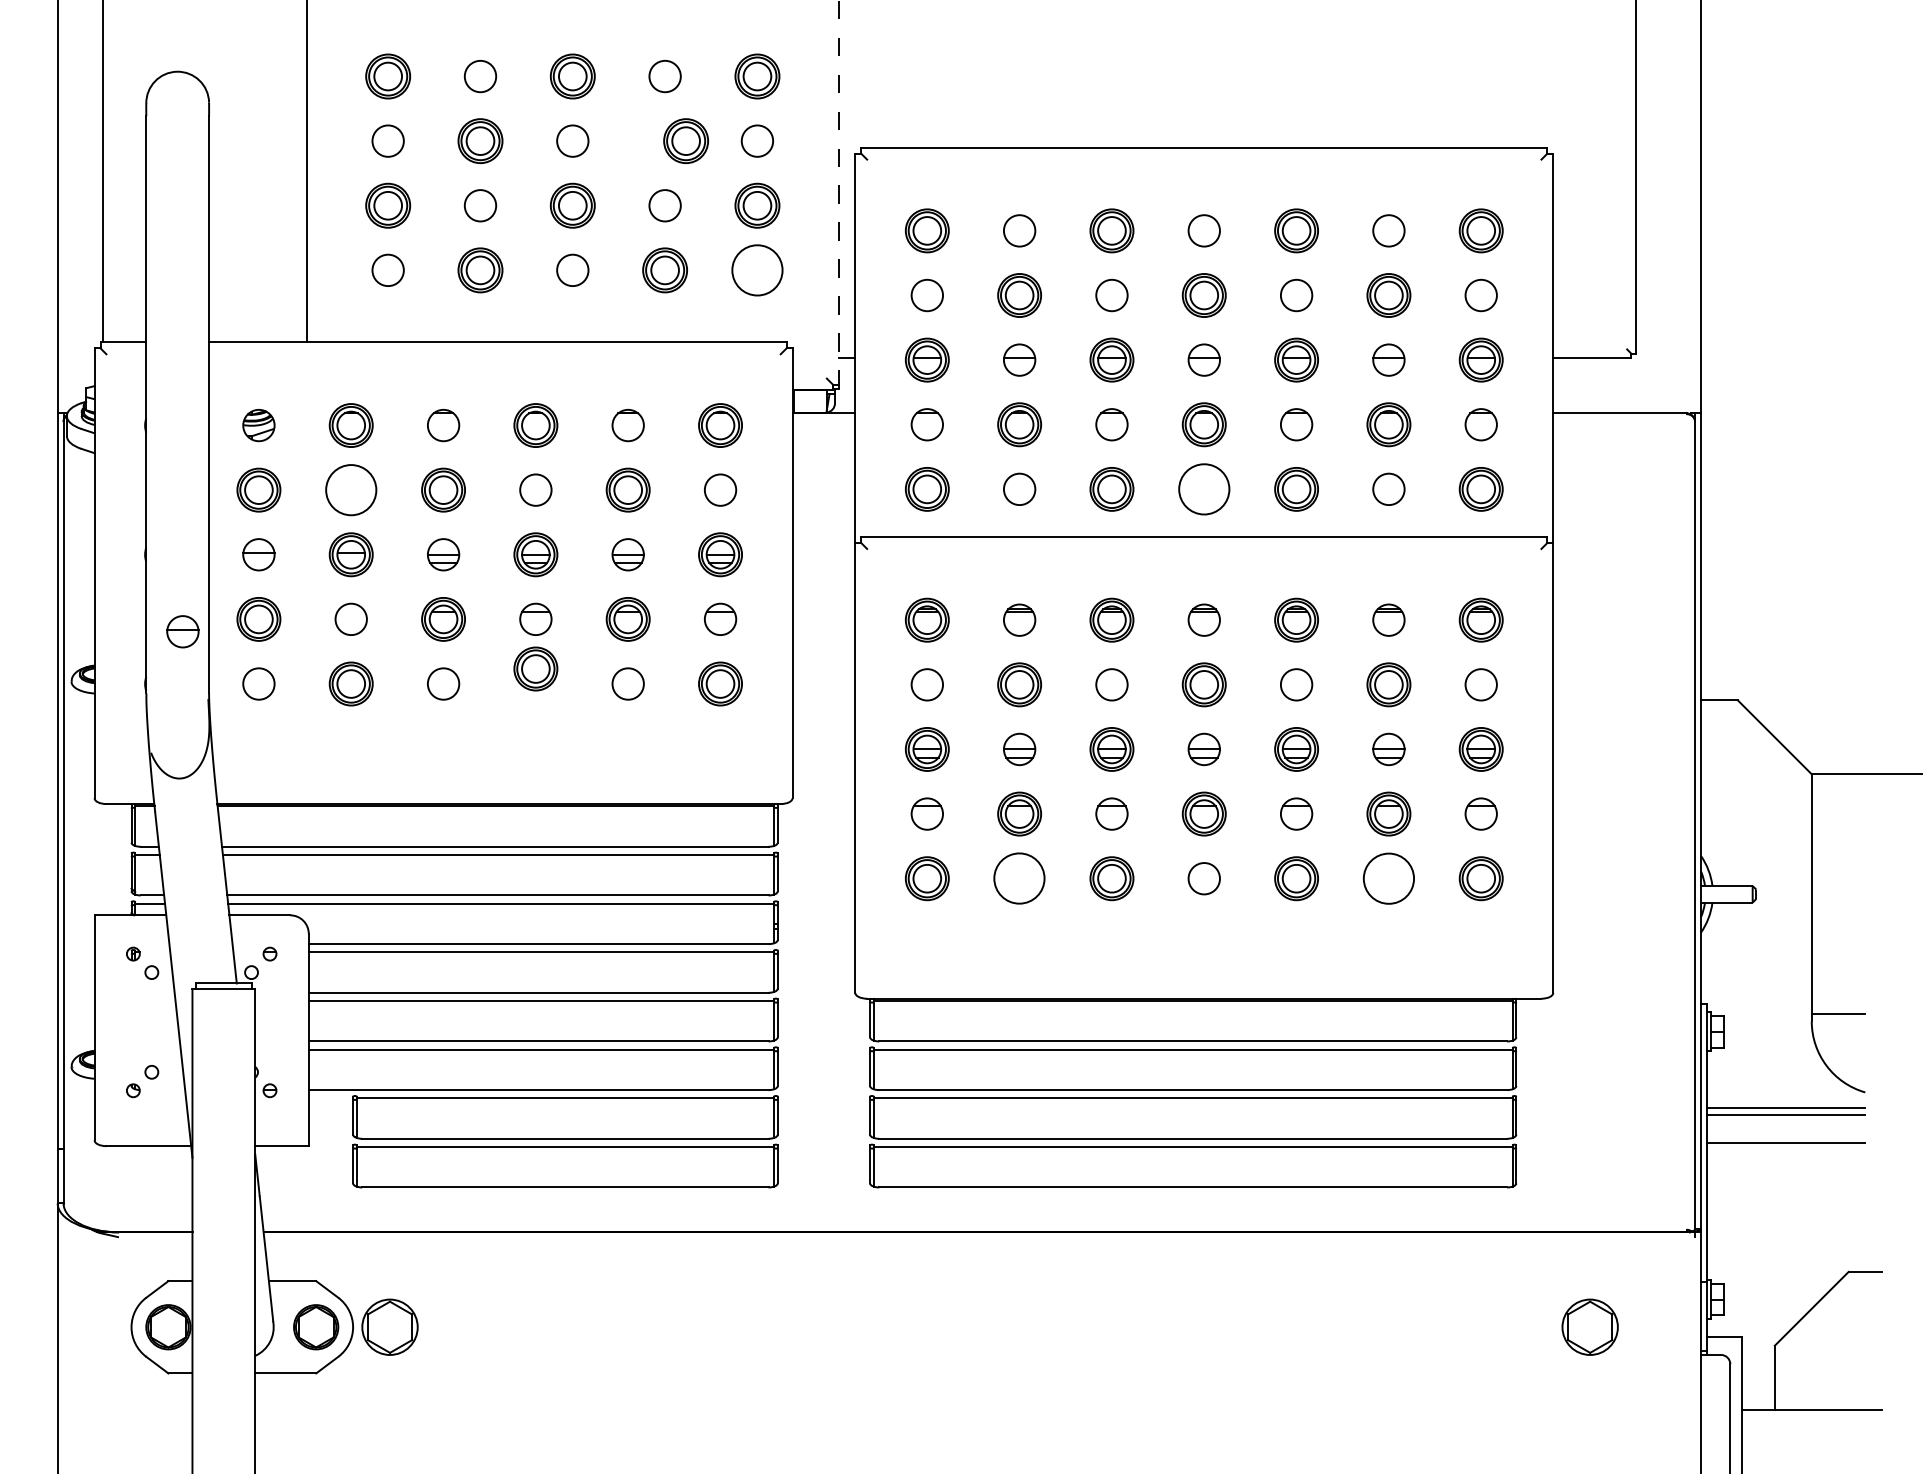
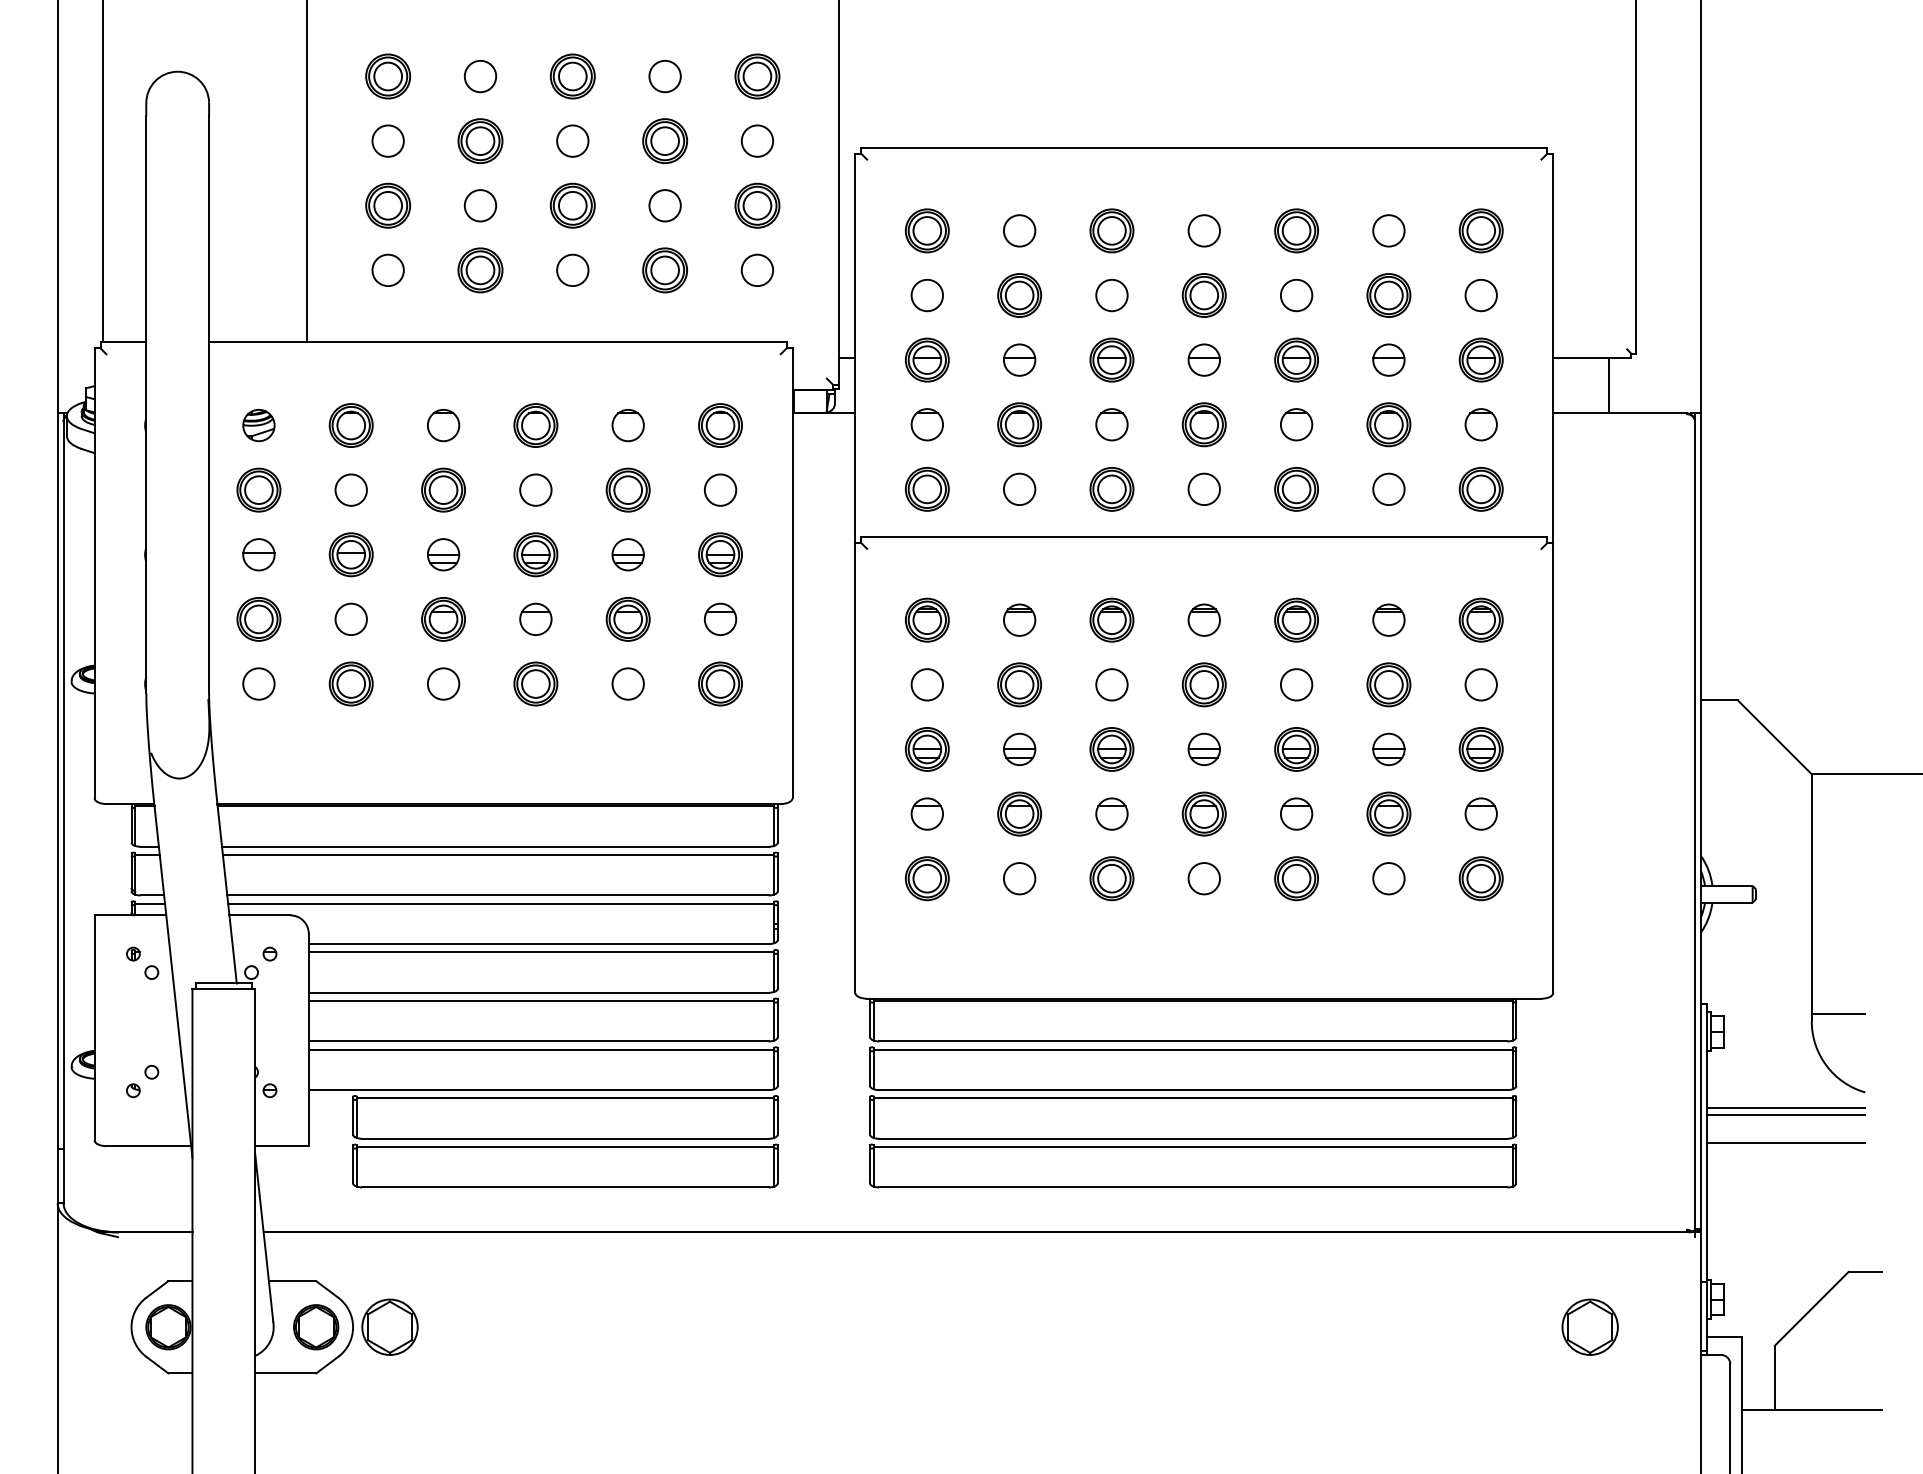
part at (685, 140) position: (685, 140) -> (664, 140)
line at (838, 194): dashed -> solid
circle at (757, 270) diameter: 50 px -> 31 px
line at (1608, 385): none -> present
circle at (1204, 489) diameter: 50 px -> 31 px
circle at (351, 490) diameter: 50 px -> 31 px
part at (182, 631): present -> none
part at (535, 668) position: (535, 668) -> (535, 683)
circle at (1019, 878) size: 53x53 px -> 34x34 px
circle at (1388, 878) diameter: 50 px -> 31 px
